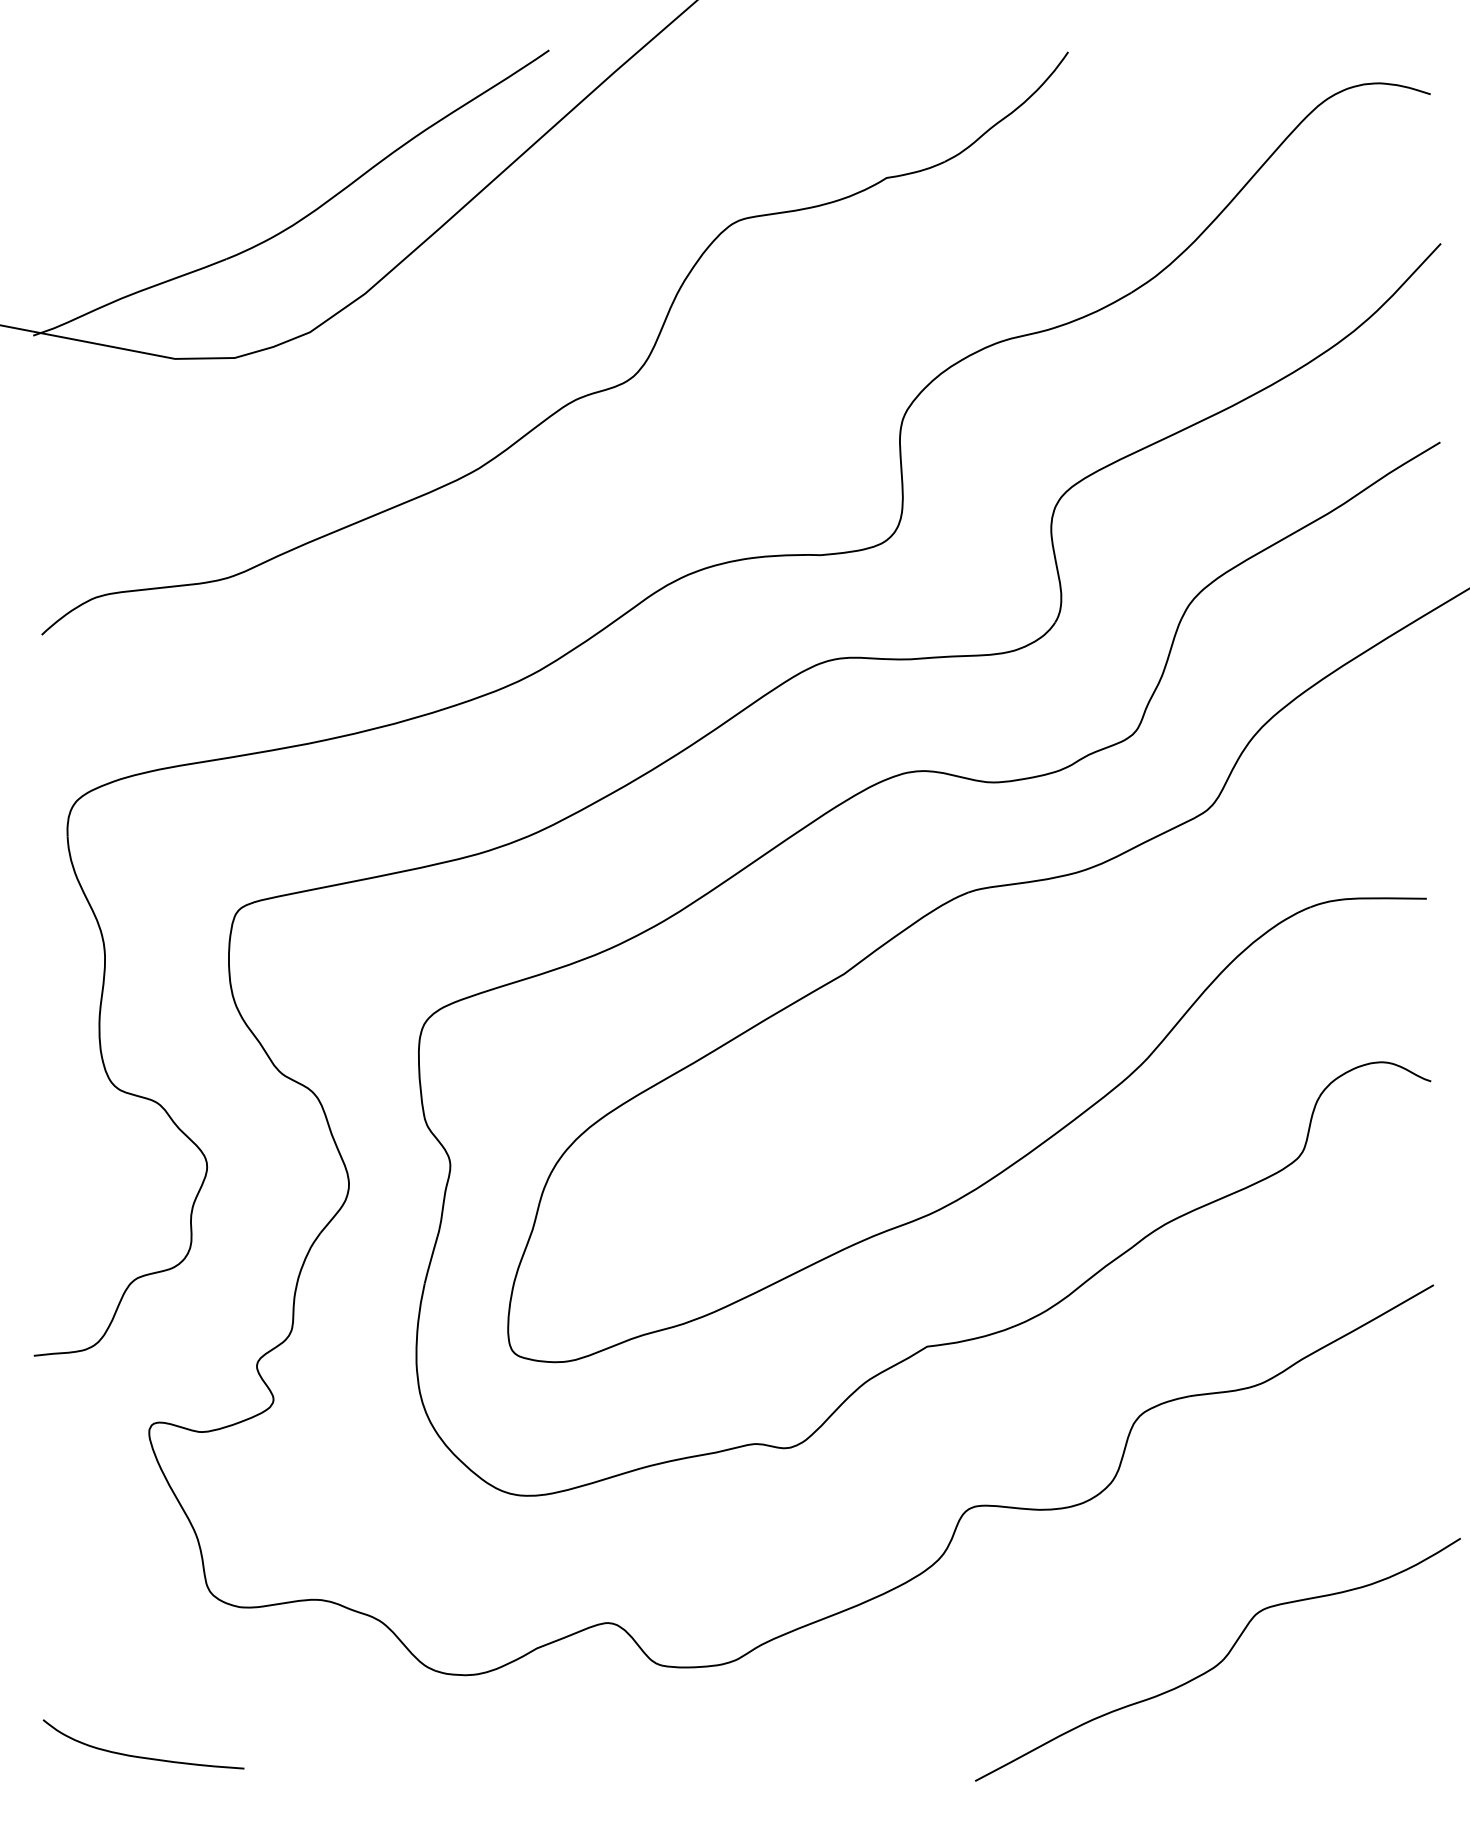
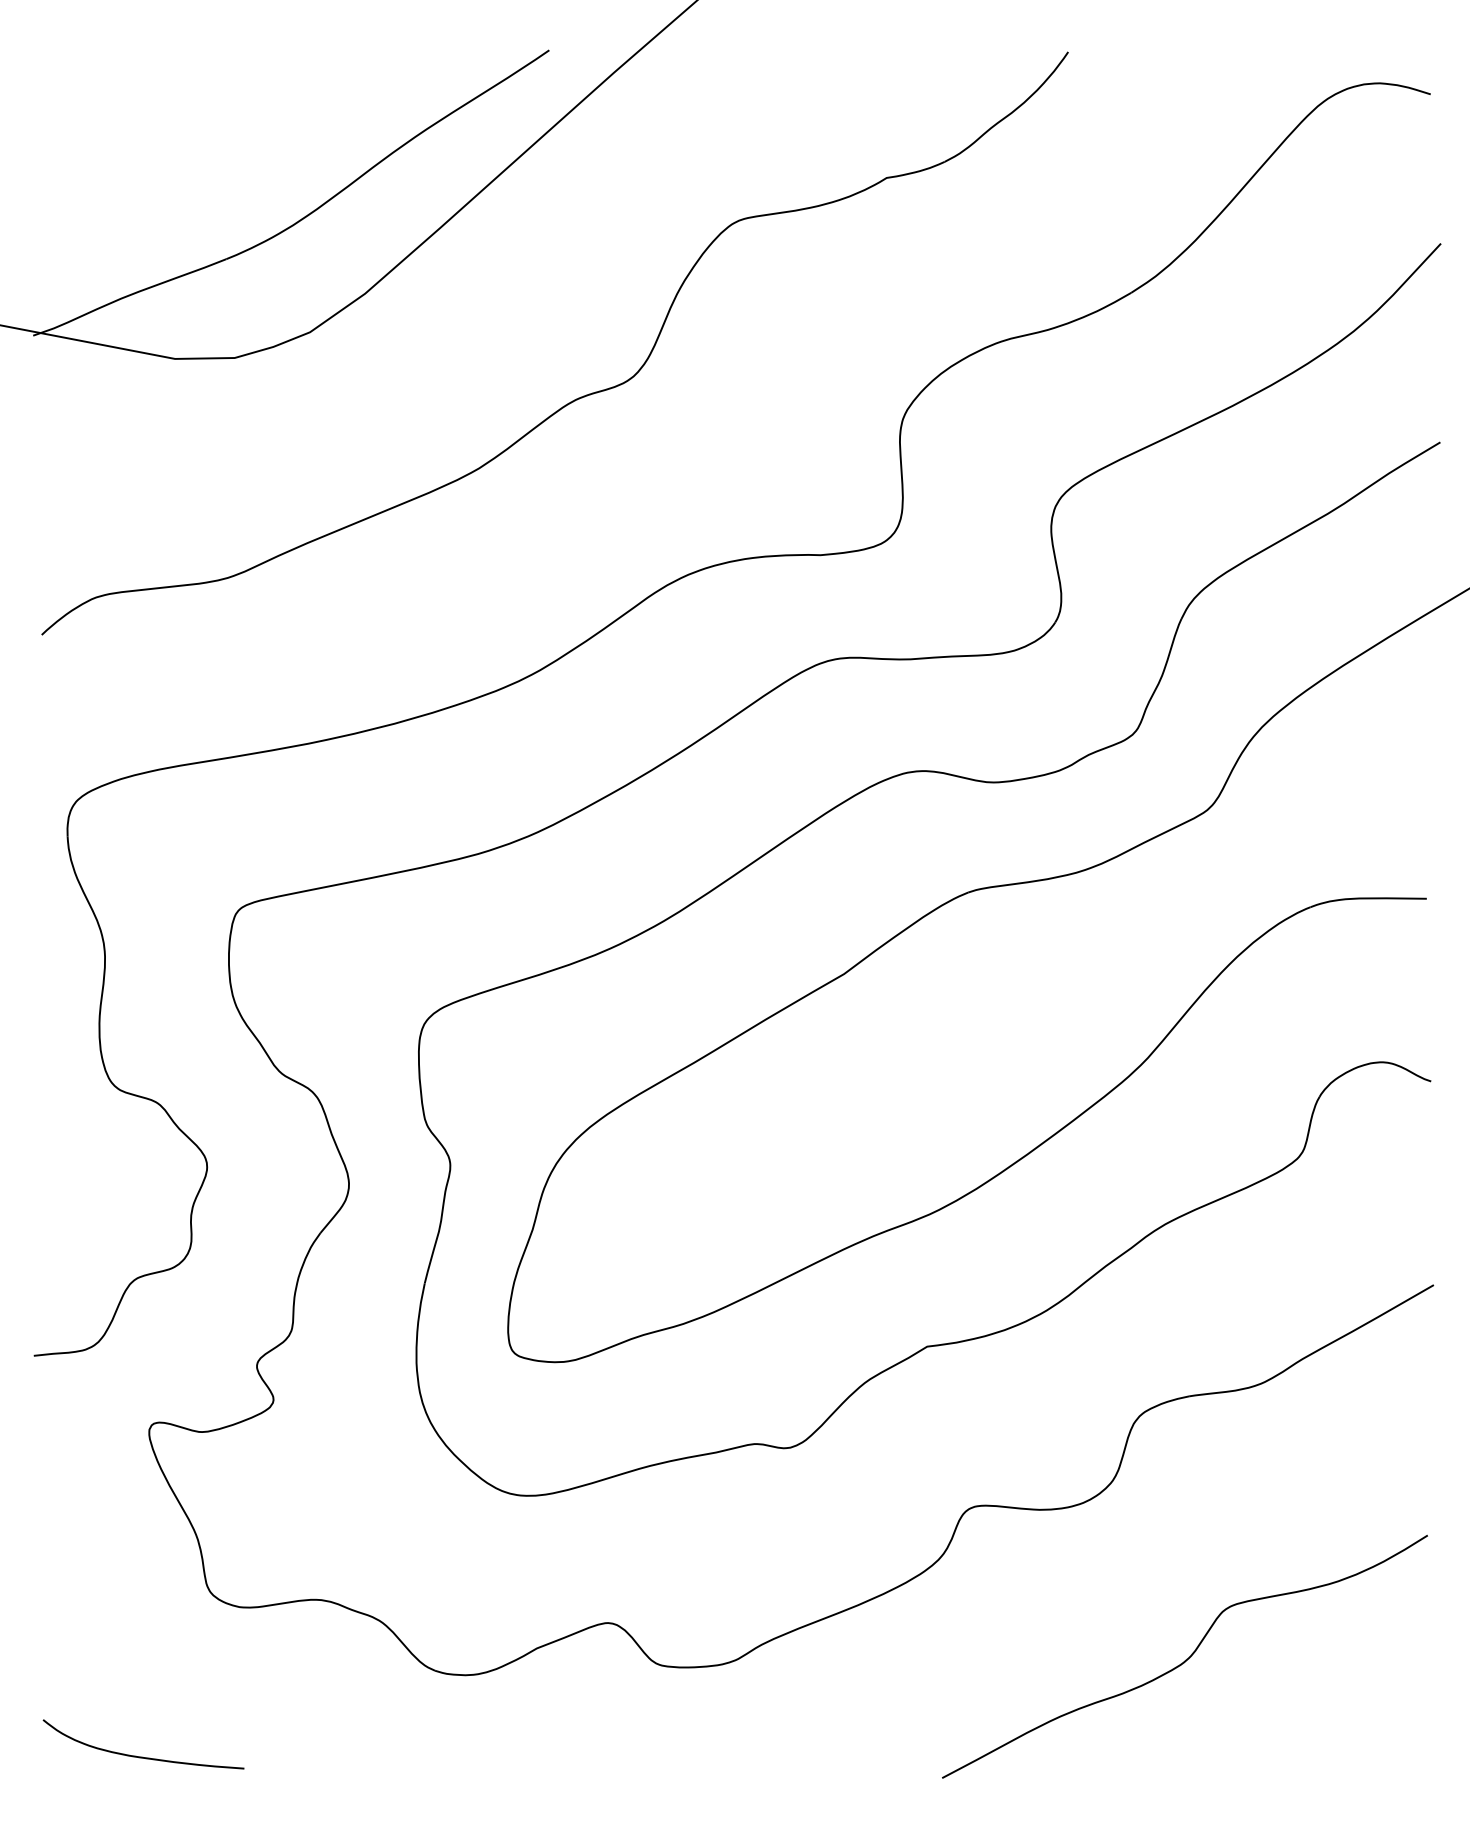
curve at (1218, 1662) position: (1218, 1662) -> (1185, 1659)
